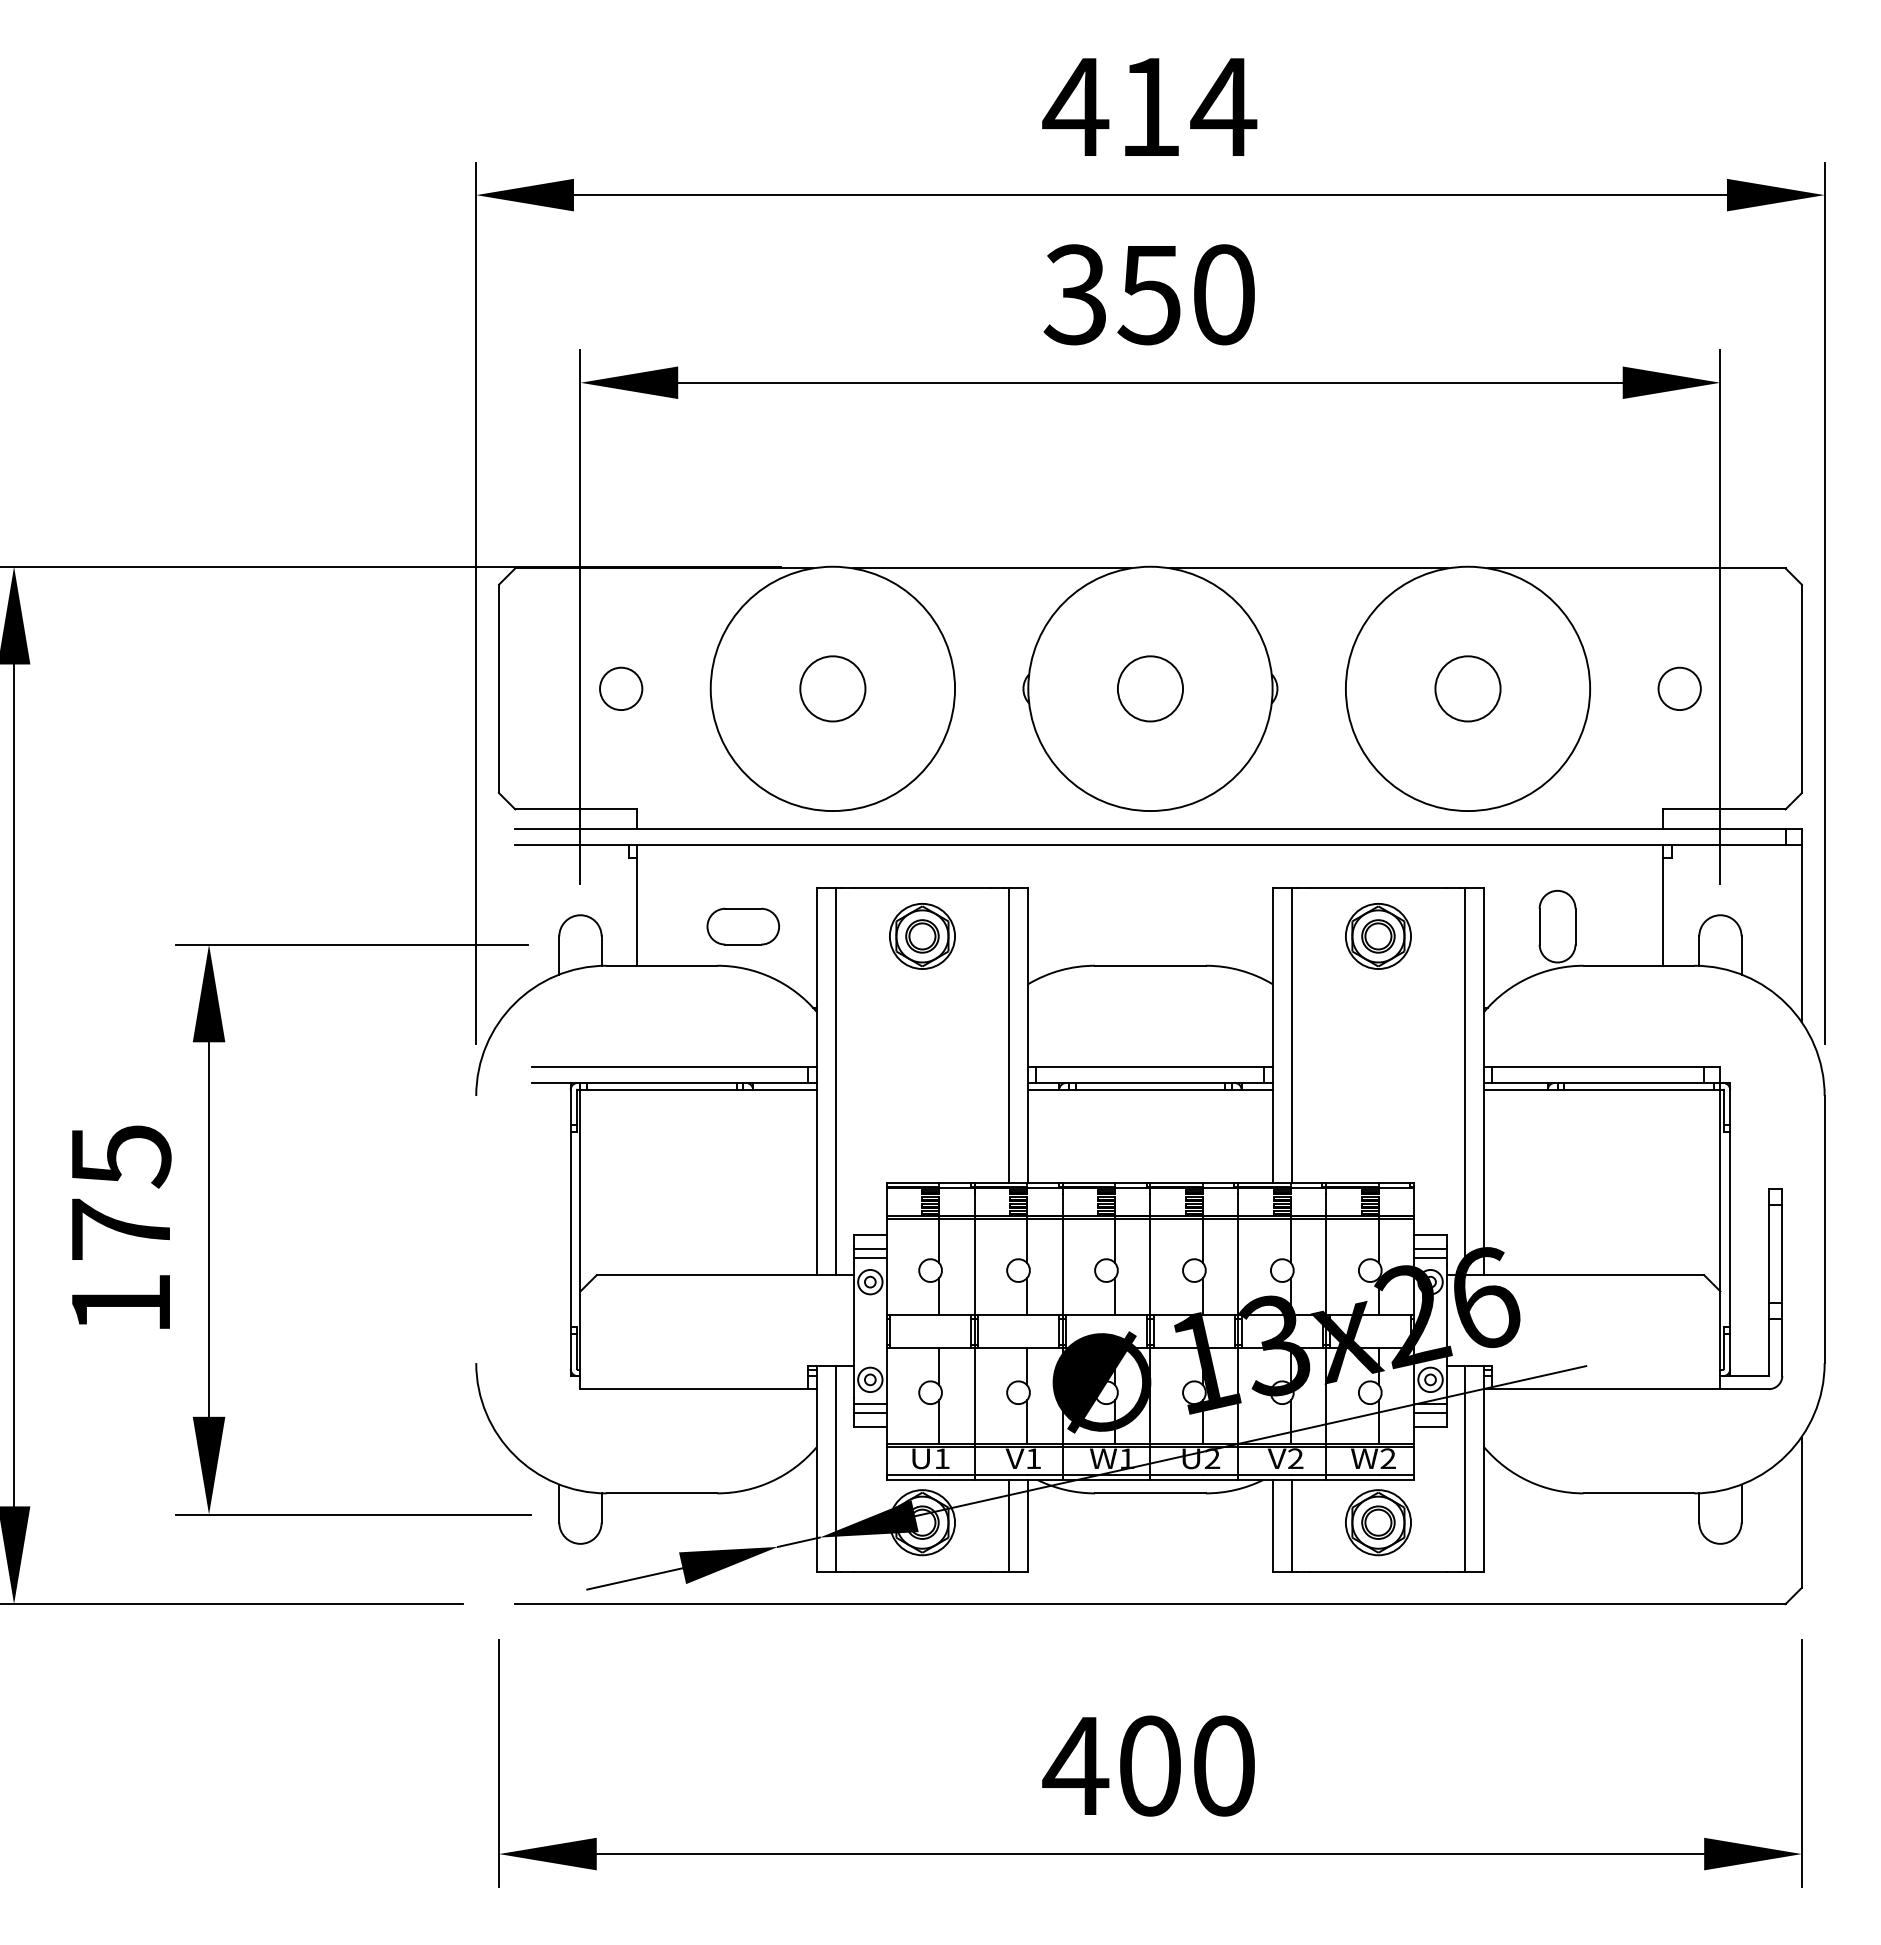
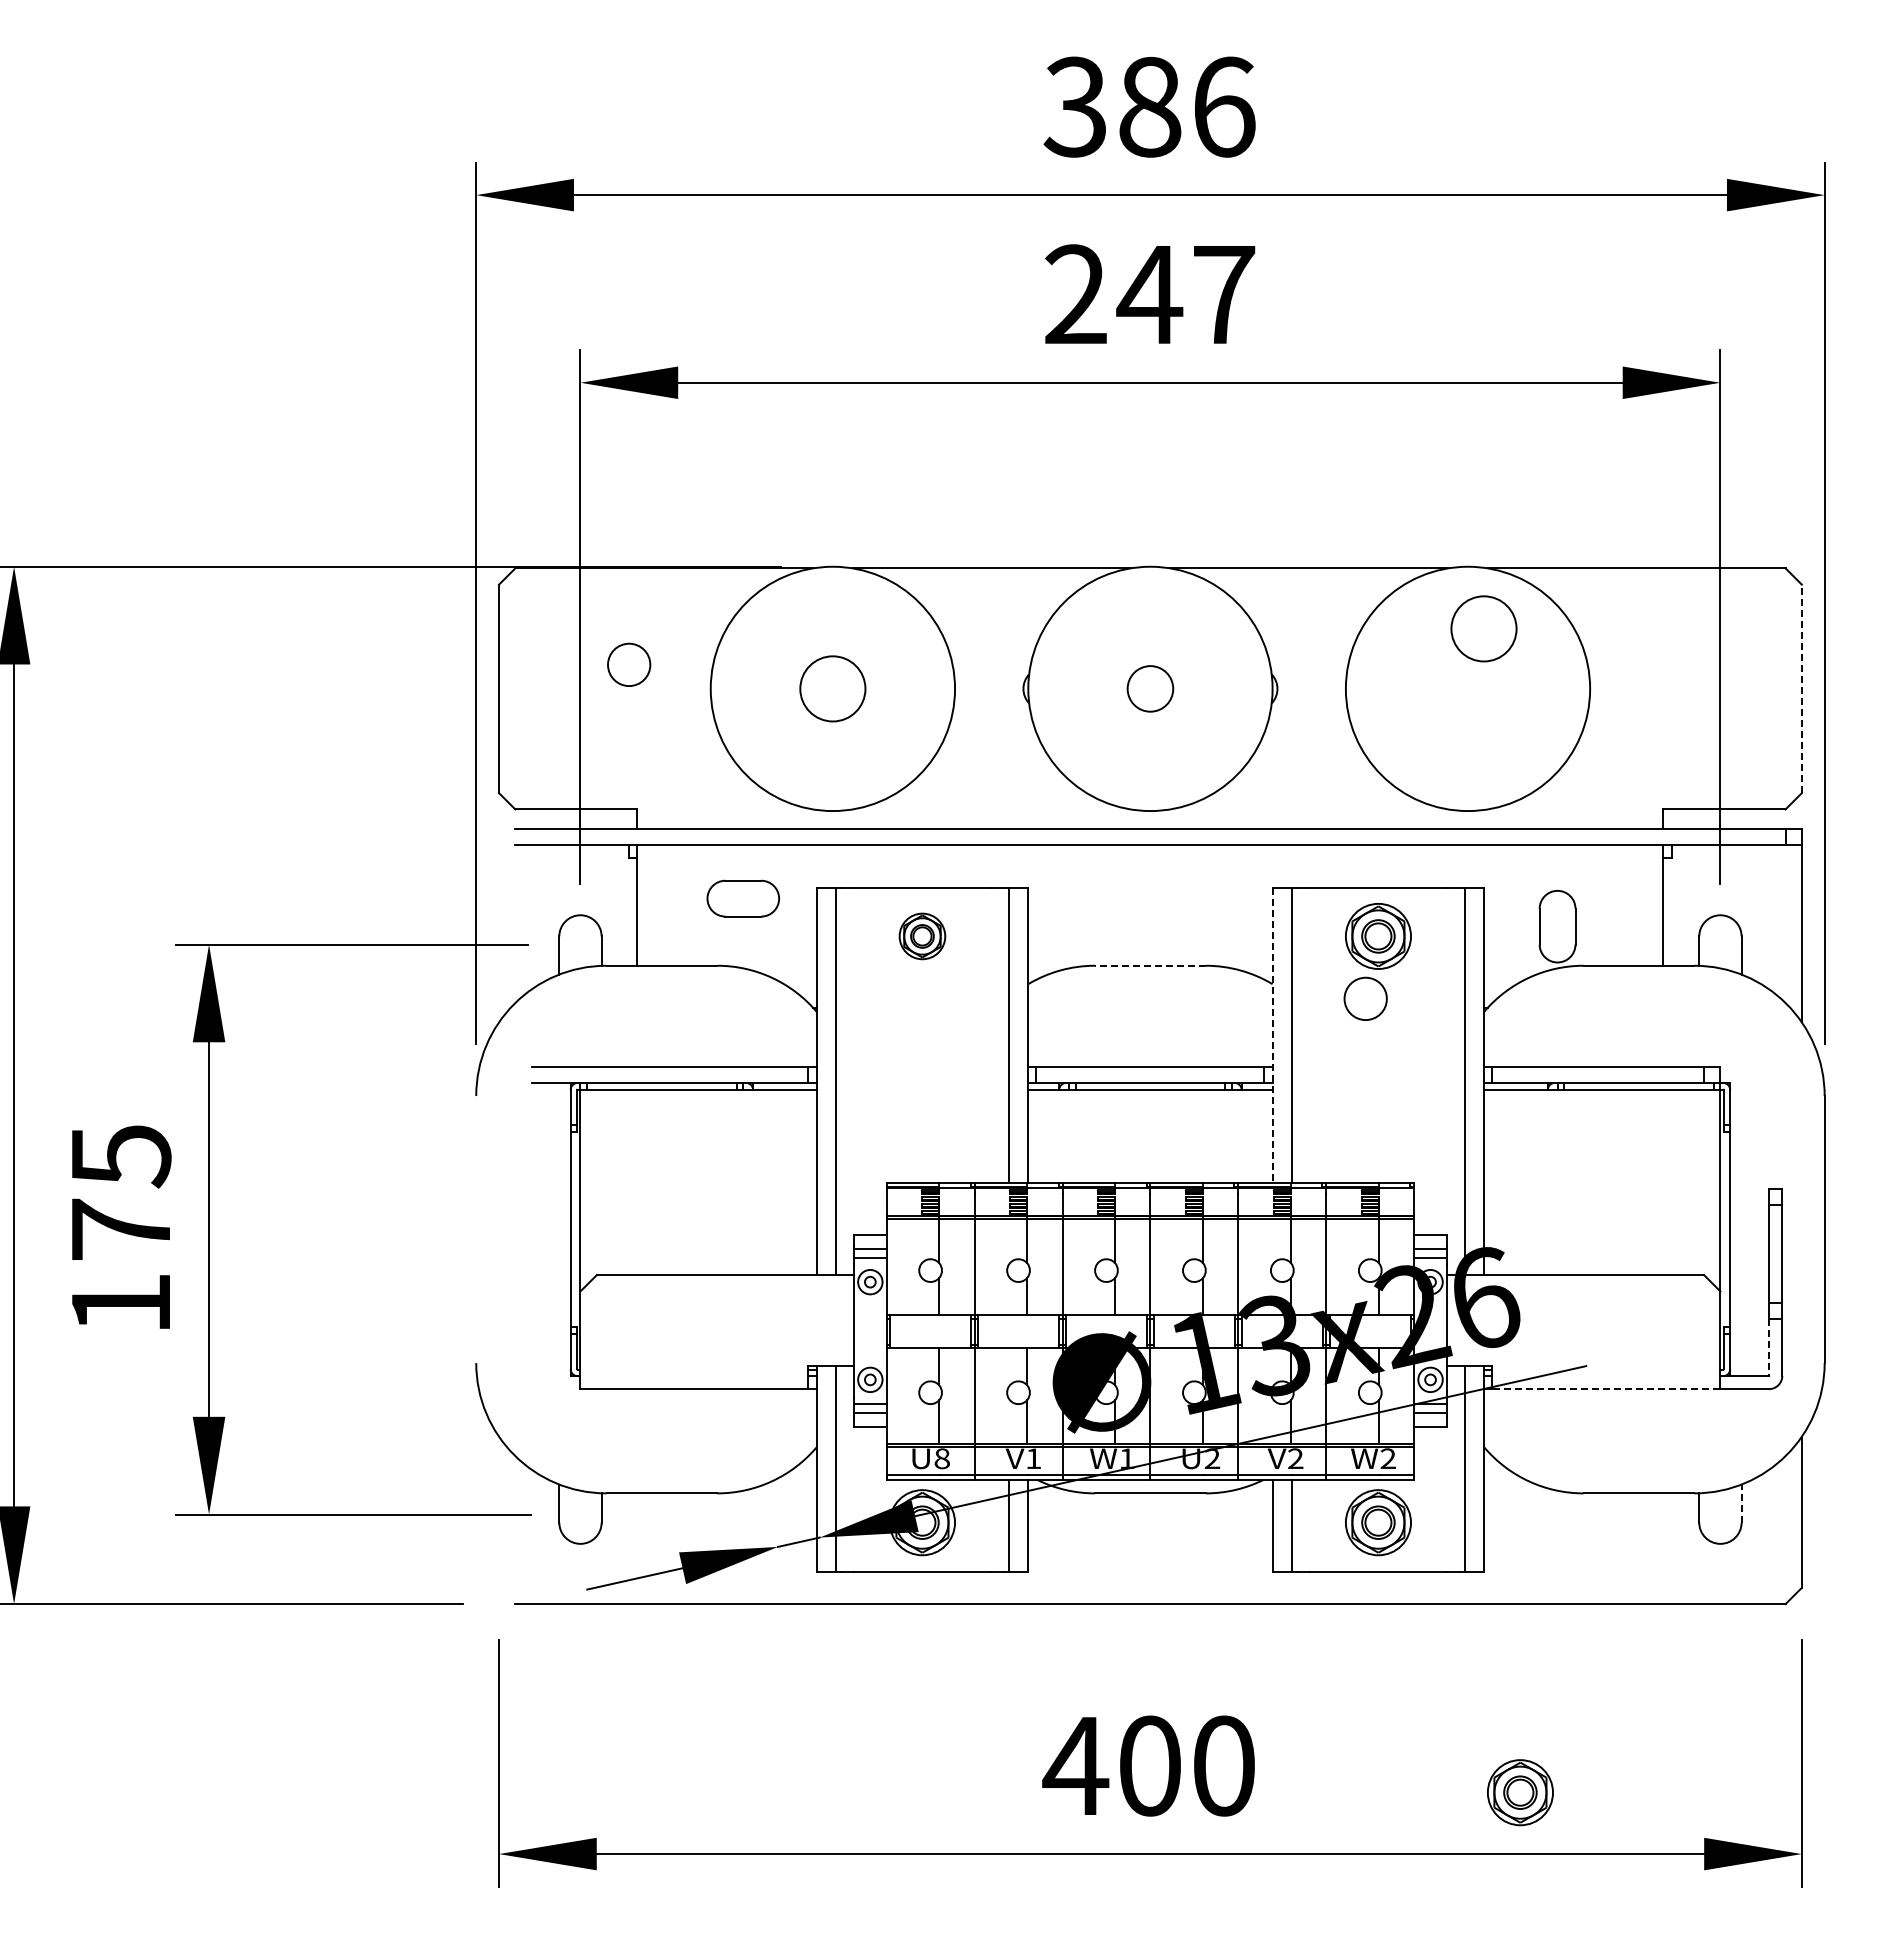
text at (1149, 106): 414 -> 386
text at (1149, 294): 350 -> 247
circle at (621, 688) position: (621, 688) -> (629, 664)
circle at (1150, 688) diameter: 65 px -> 46 px
circle at (1467, 688) position: (1467, 688) -> (1483, 628)
circle at (1679, 688) position: (1679, 688) -> (1365, 998)
line at (1801, 688): solid -> dashed
part at (742, 926) position: (742, 926) -> (742, 898)
part at (922, 936) size: 67x67 px -> 49x49 px
line at (1149, 965): solid -> dashed
line at (1272, 1035): solid -> dashed
line at (1769, 1347): solid -> dashed
line at (1606, 1389): solid -> dashed
text at (941, 1458): U1 -> U8
line at (1741, 1503): solid -> dashed
part at (1520, 1792): none -> present
